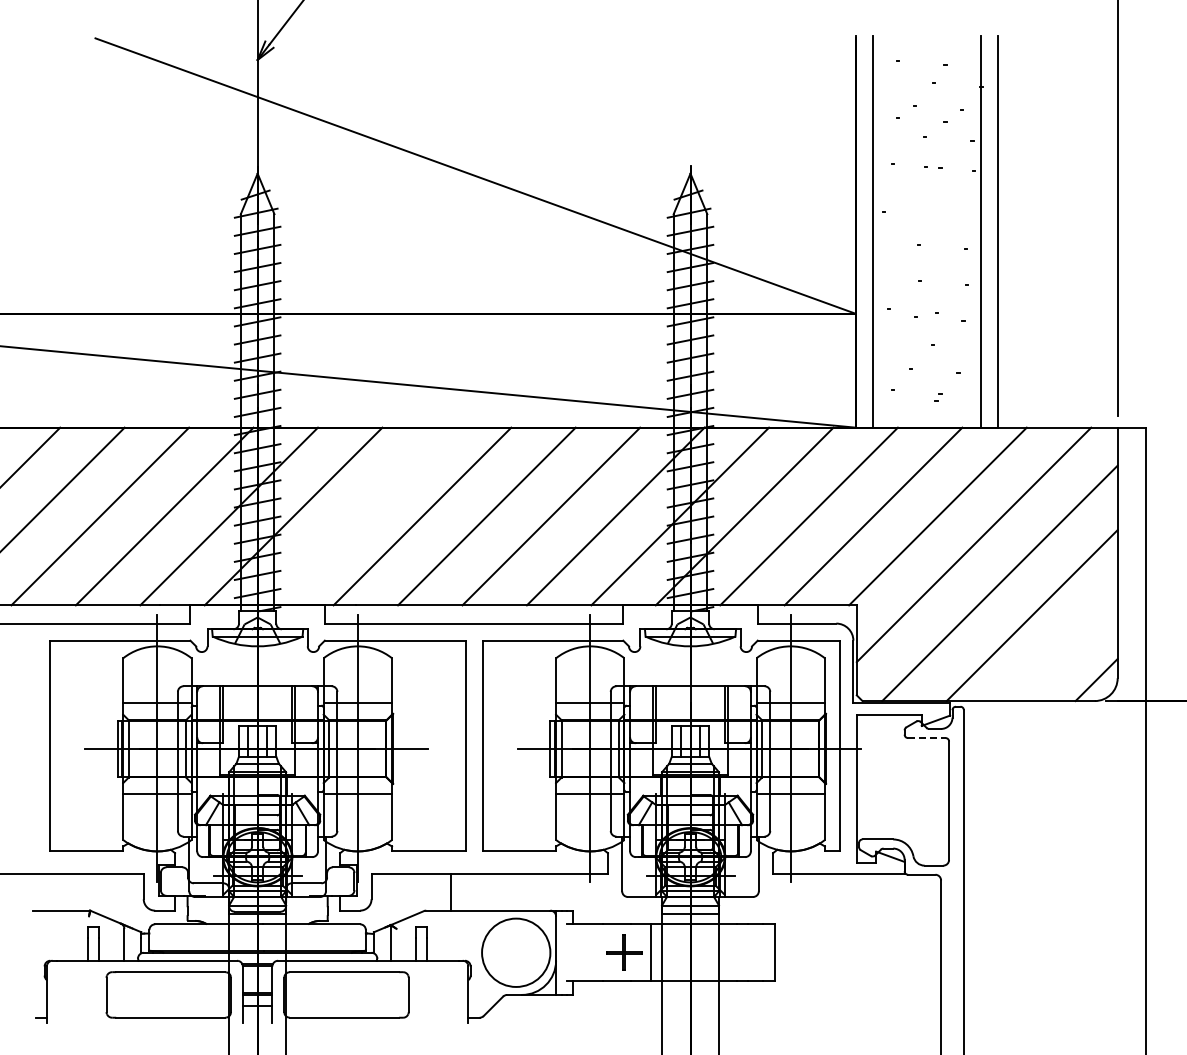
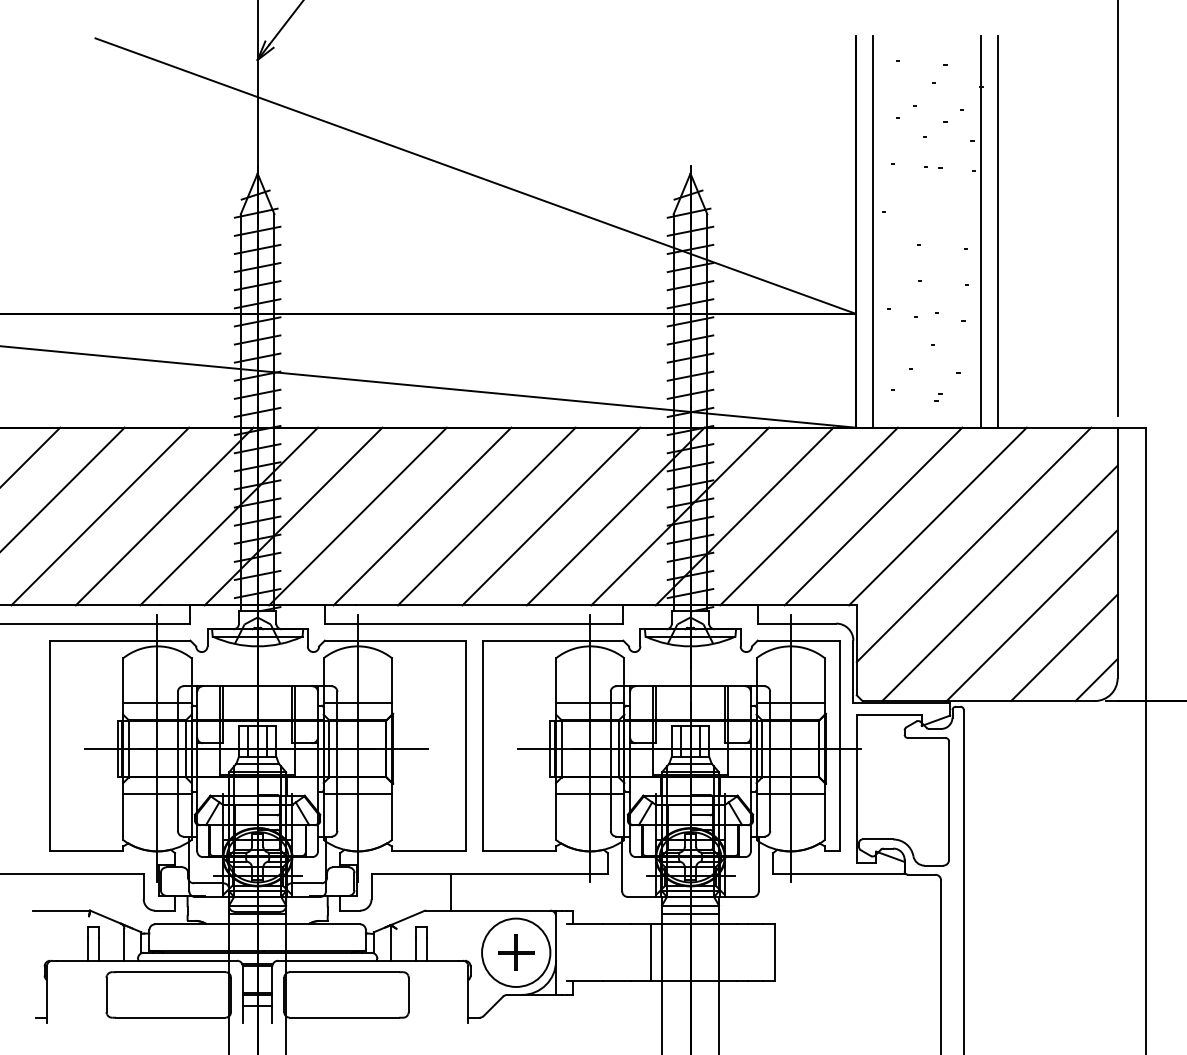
line at (357, 516): none -> present
line at (1064, 647): none -> present
line at (926, 738): dashed -> solid
part at (624, 952) position: (624, 952) -> (516, 952)
